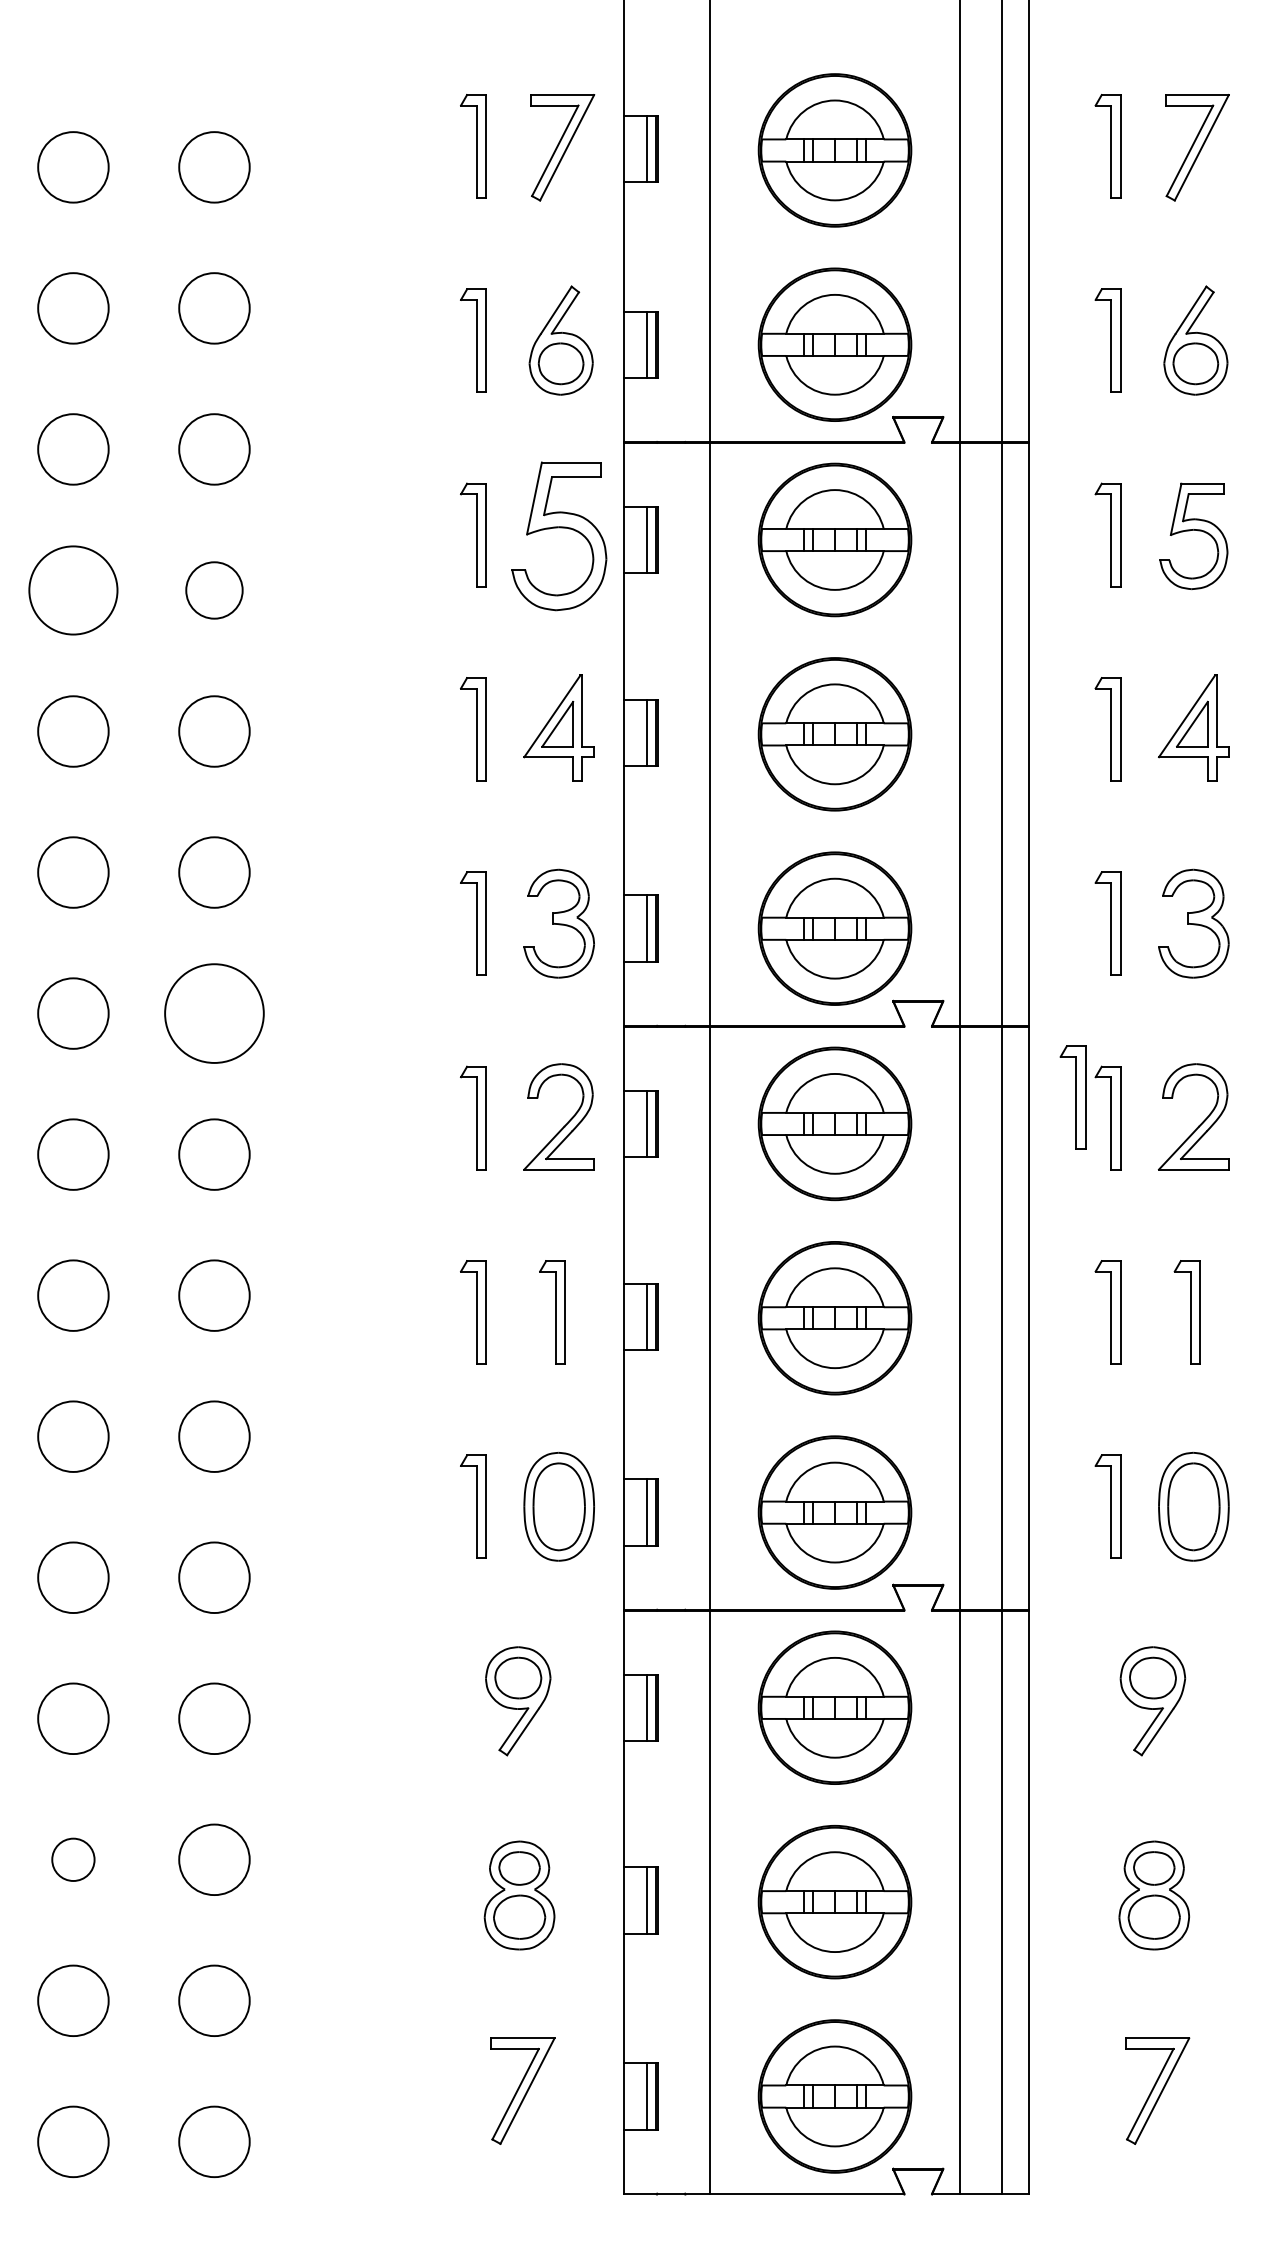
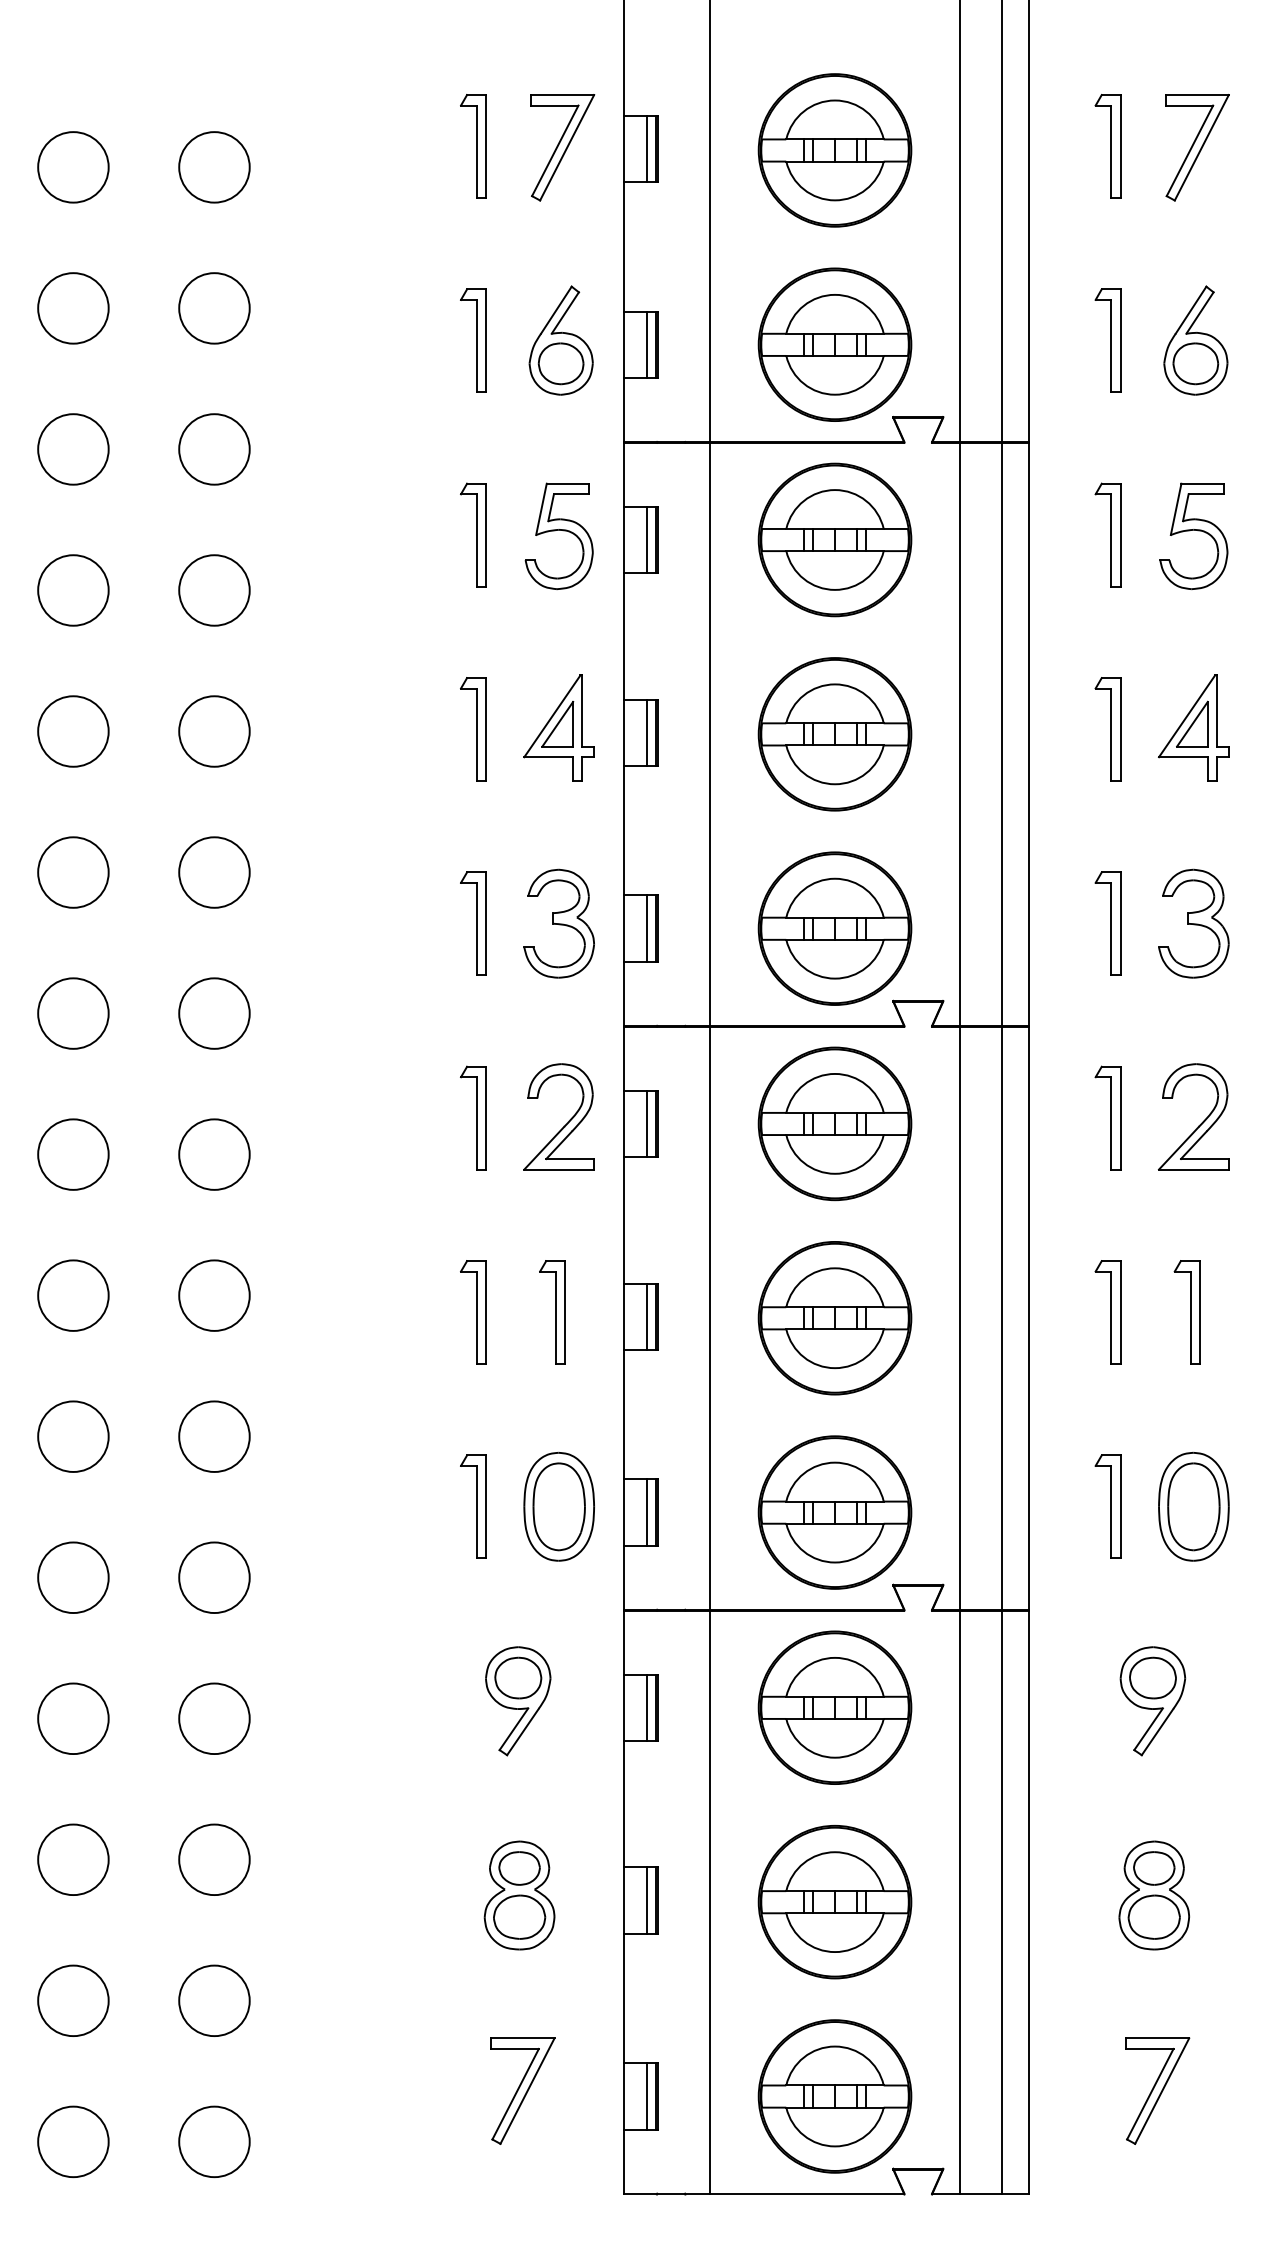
part at (559, 536) size: 97x151 px -> 70x109 px
circle at (73, 590) diameter: 88 px -> 71 px
circle at (214, 590) size: 59x59 px -> 73x73 px
circle at (214, 1013) diameter: 99 px -> 71 px
part at (1072, 1097): present -> none
circle at (73, 1859) diameter: 42 px -> 71 px
